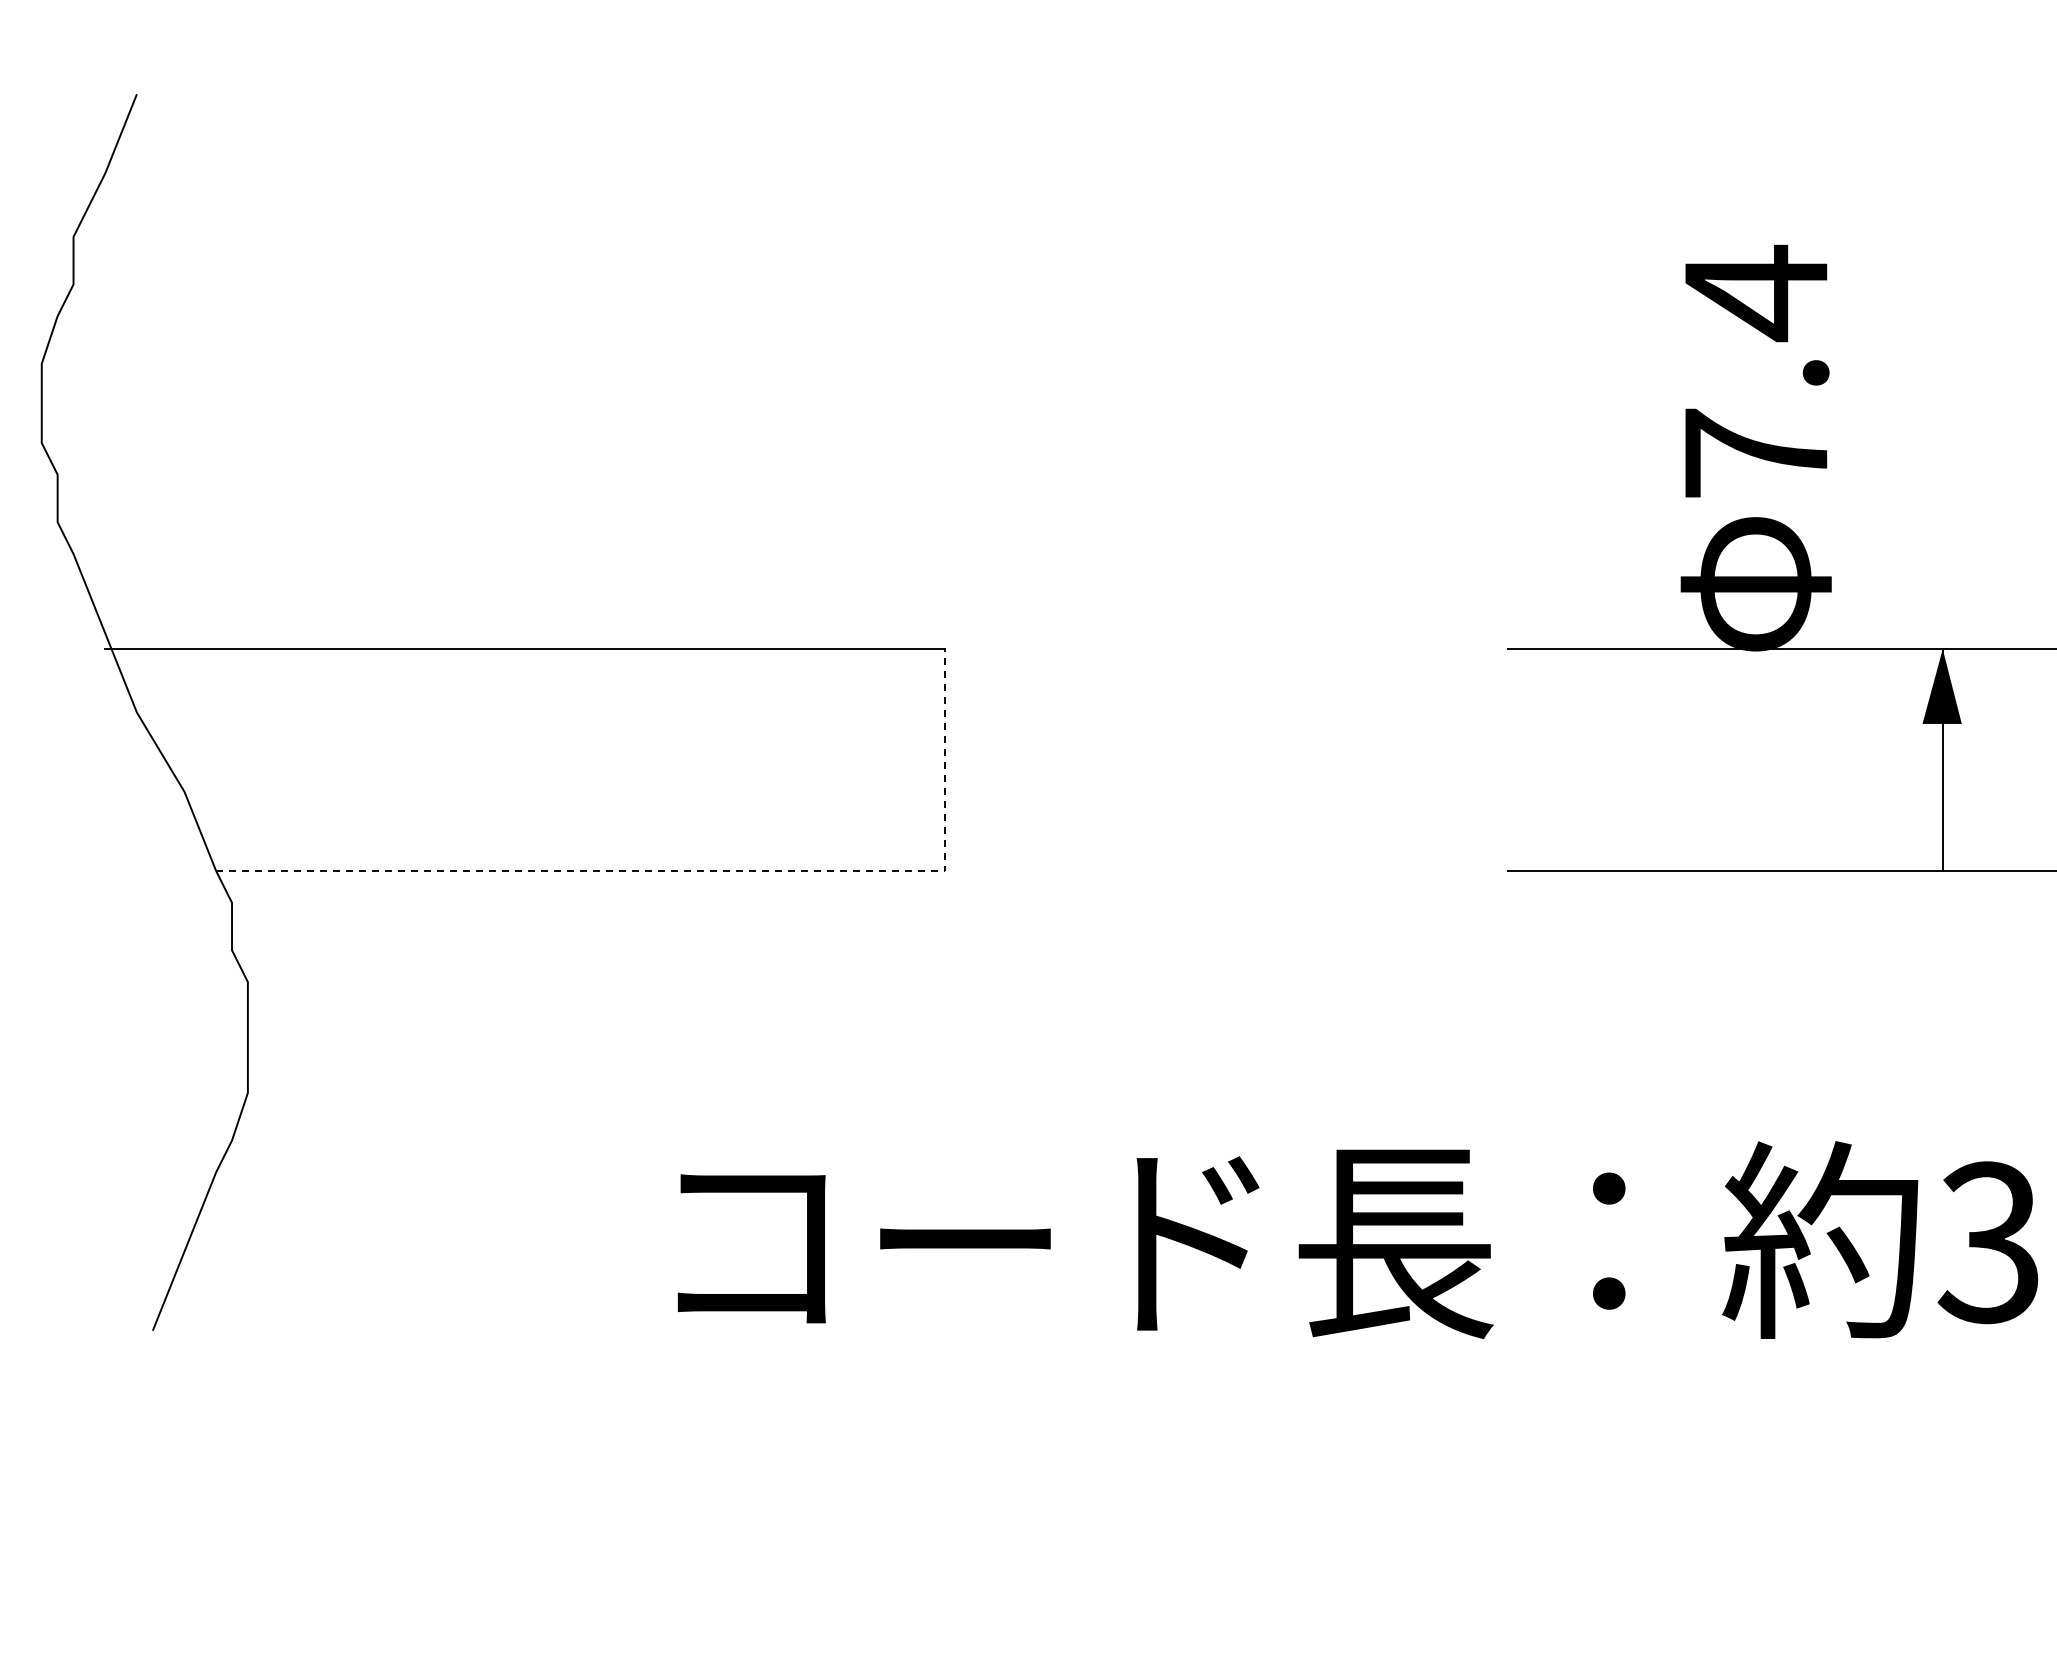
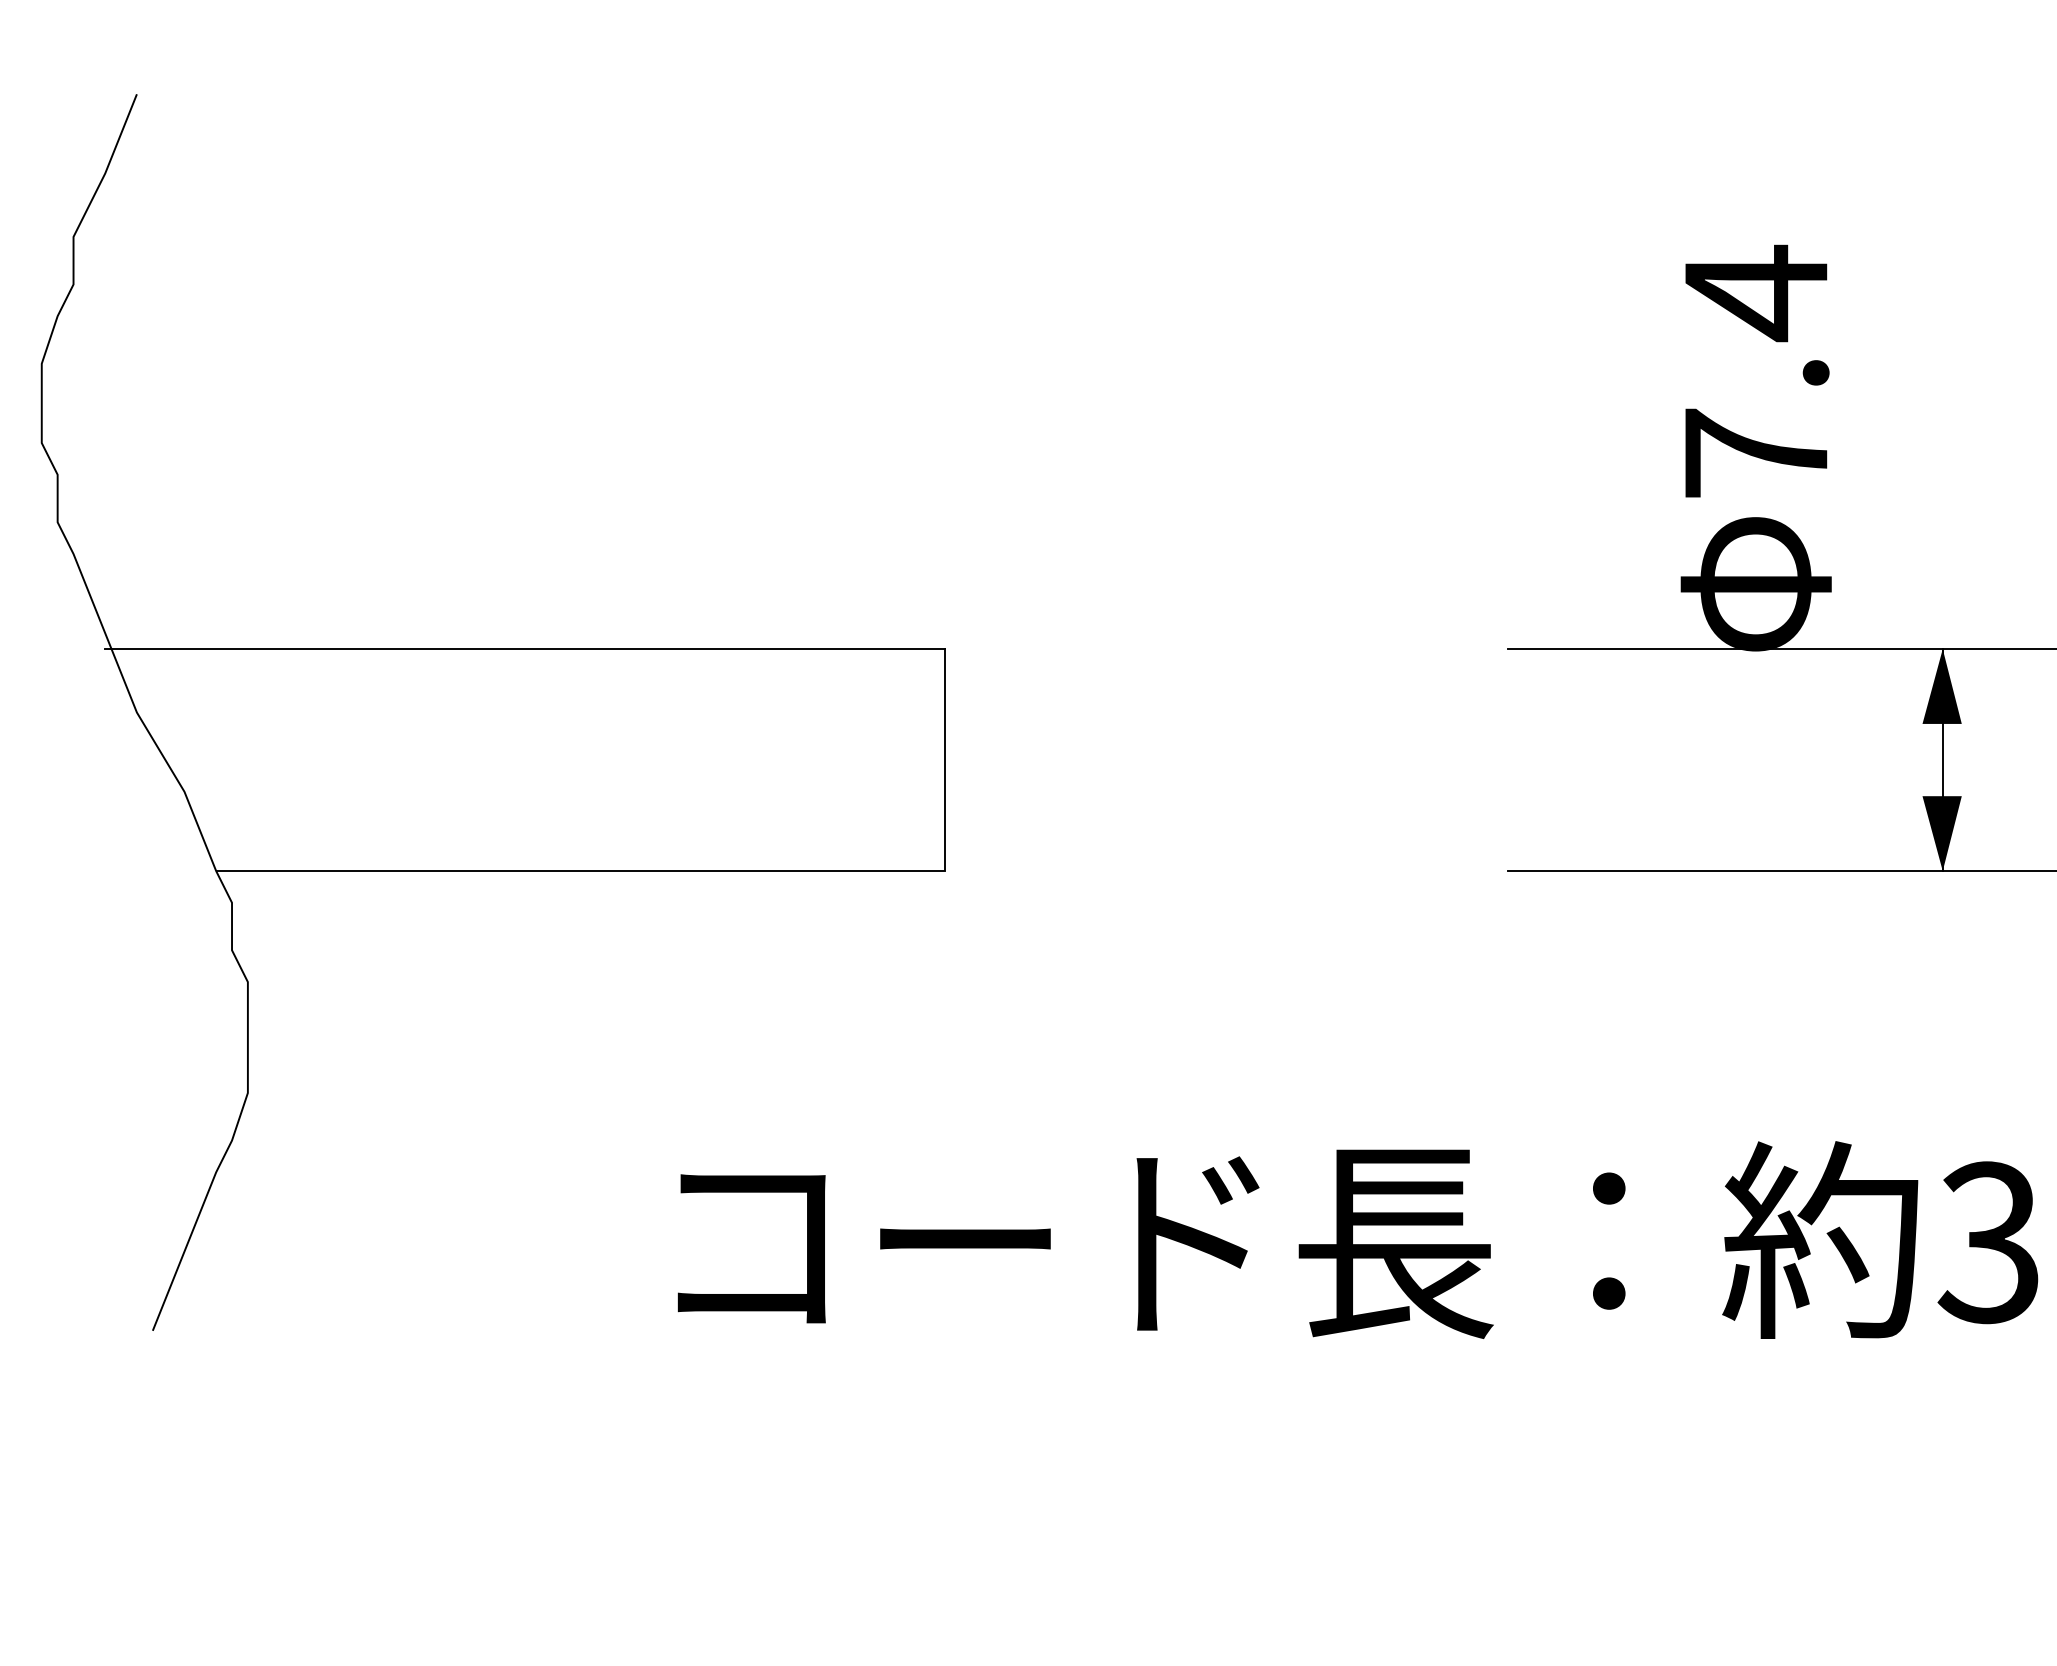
fill at (1941, 833): none -> present
line at (693, 871): dashed -> solid
